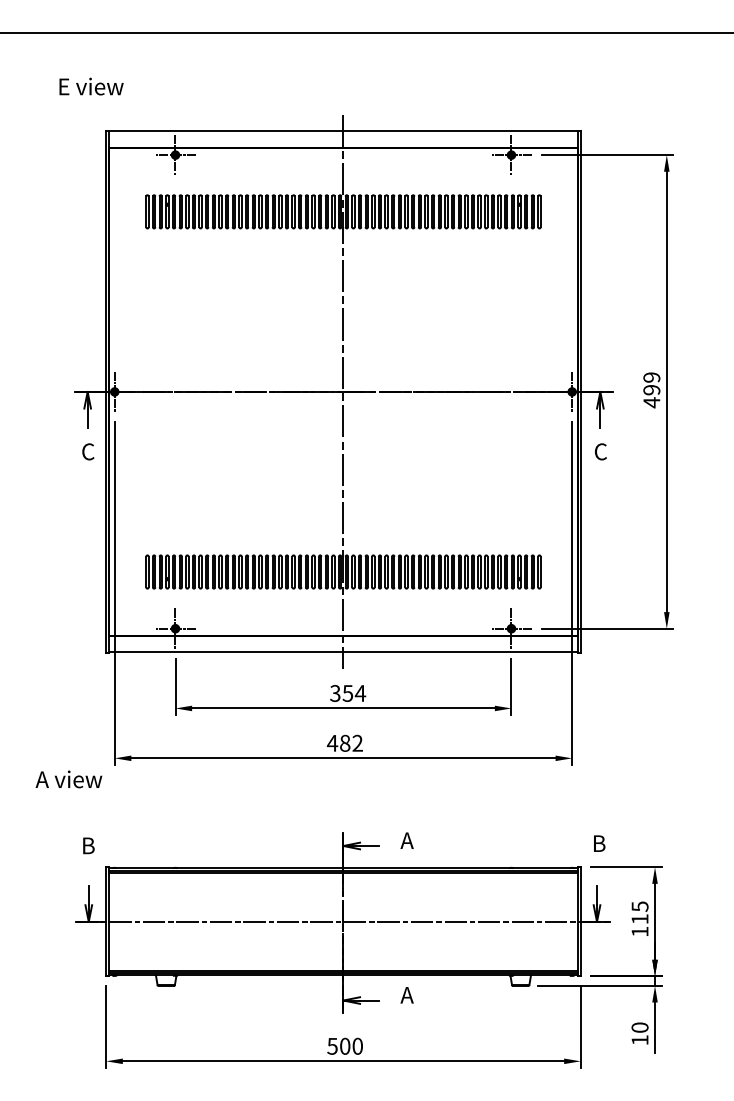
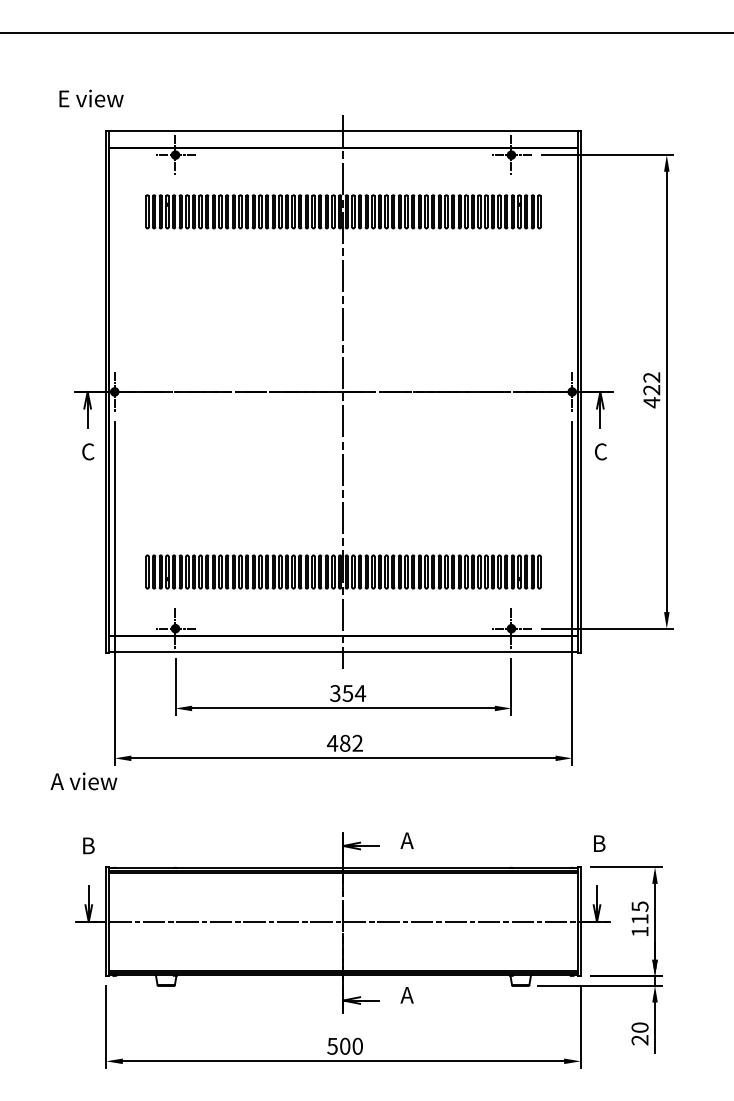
text at (91, 86) position: (91, 86) -> (91, 98)
text at (651, 383): 499 -> 422
text at (68, 779) position: (68, 779) -> (83, 781)
text at (639, 1040): 10 -> 20
